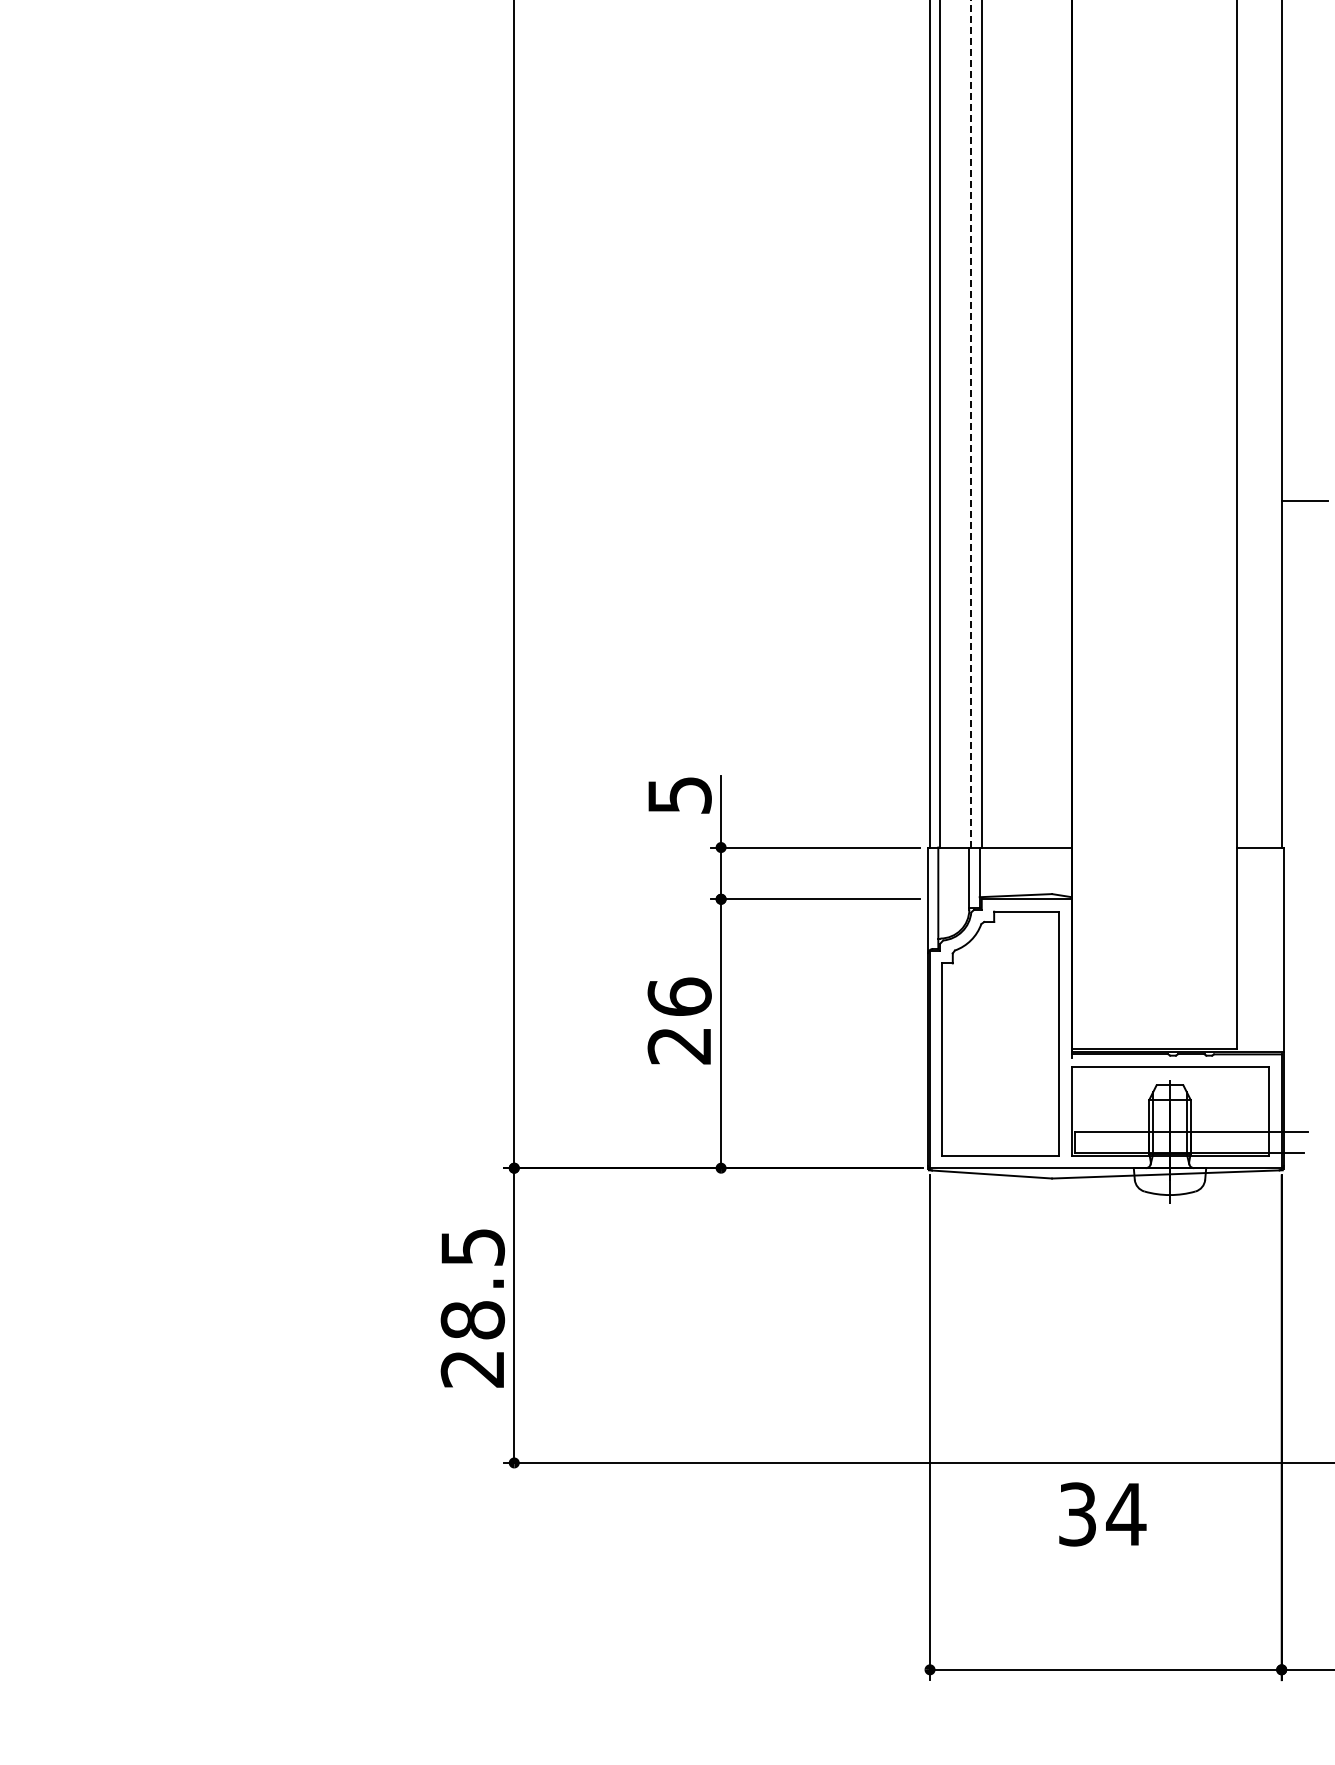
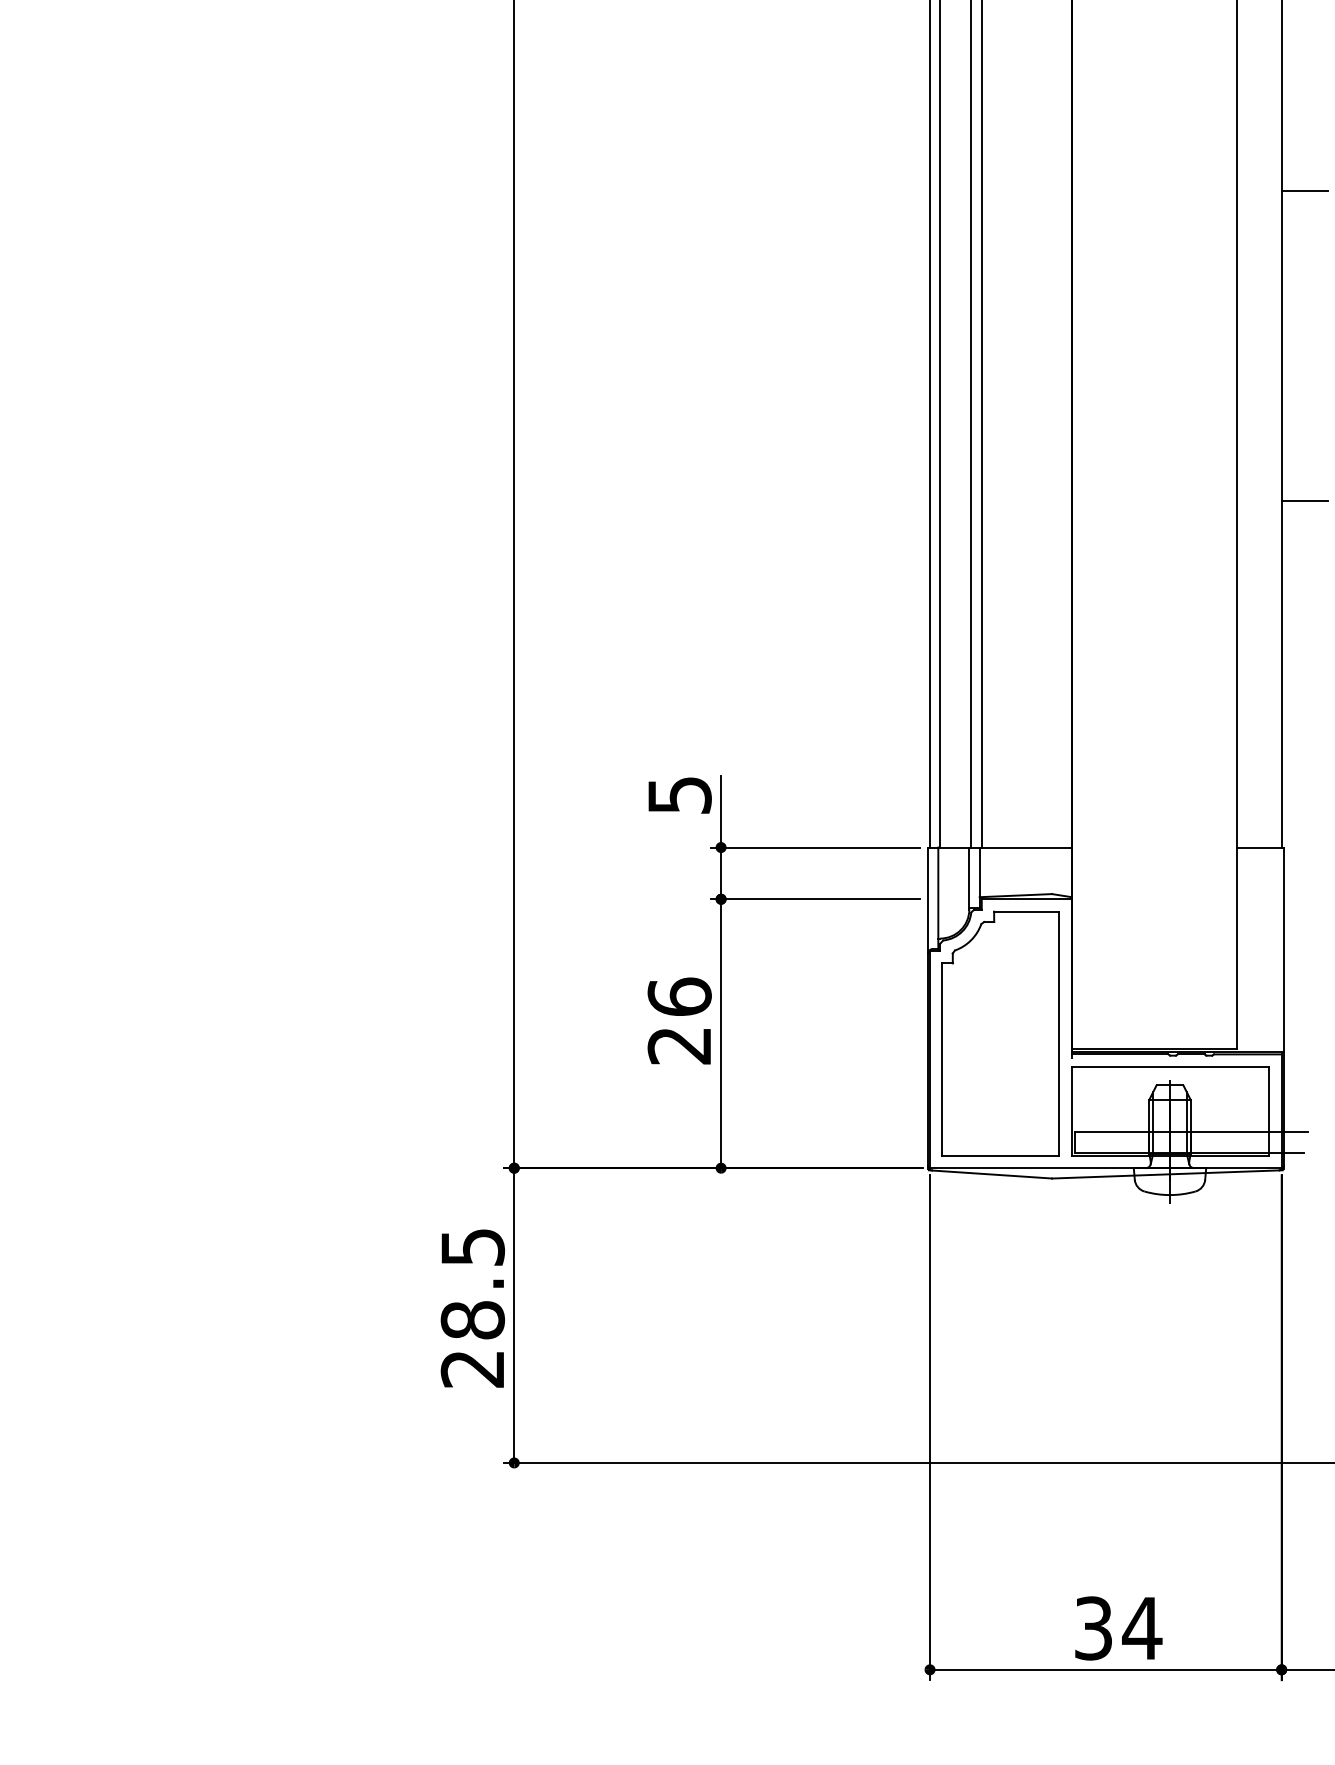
line at (1304, 190): none -> present
line at (971, 423): dashed -> solid
text at (1102, 1514) position: (1102, 1514) -> (1118, 1628)
